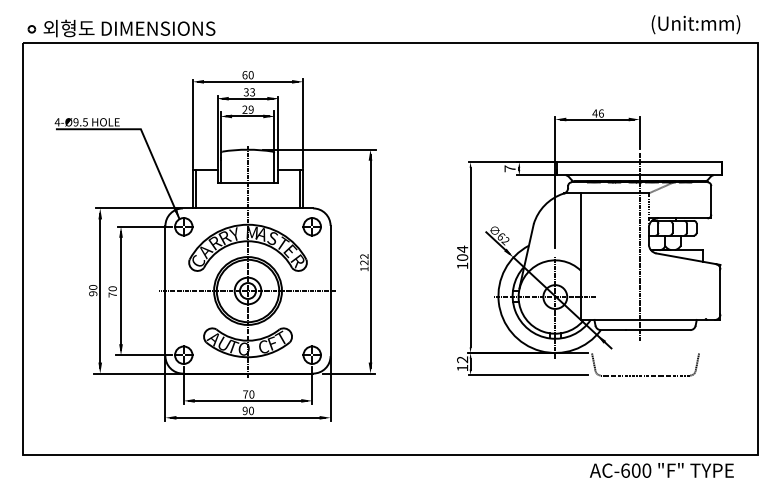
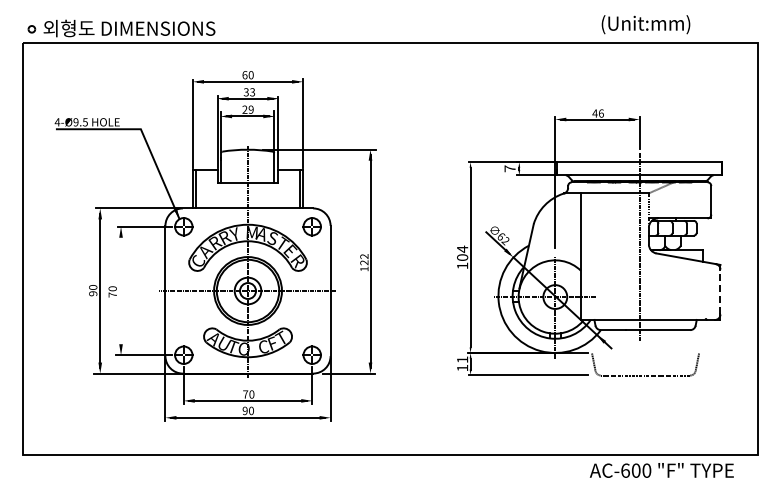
text at (695, 24) position: (695, 24) -> (645, 24)
line at (121, 290): present -> none
line at (720, 291): solid -> dashed
text at (462, 359): 12 -> 11
